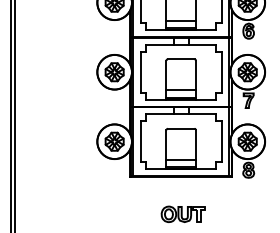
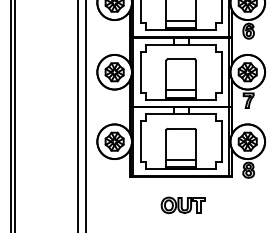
line at (78, 115): none -> present
line at (85, 115): none -> present
part at (182, 213) position: (182, 213) -> (182, 204)
